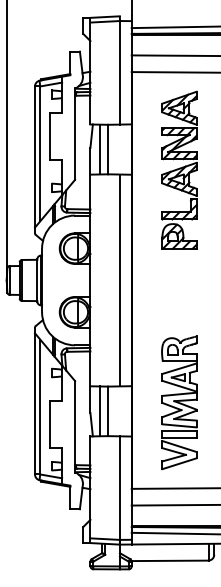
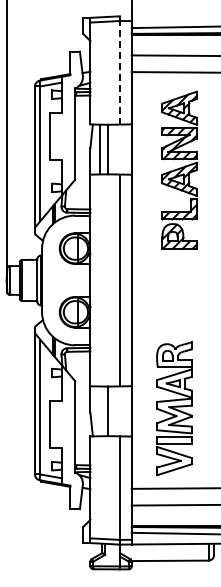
line at (119, 72): solid -> dashed
part at (179, 402) position: (179, 402) -> (174, 408)
line at (99, 411): present -> none
